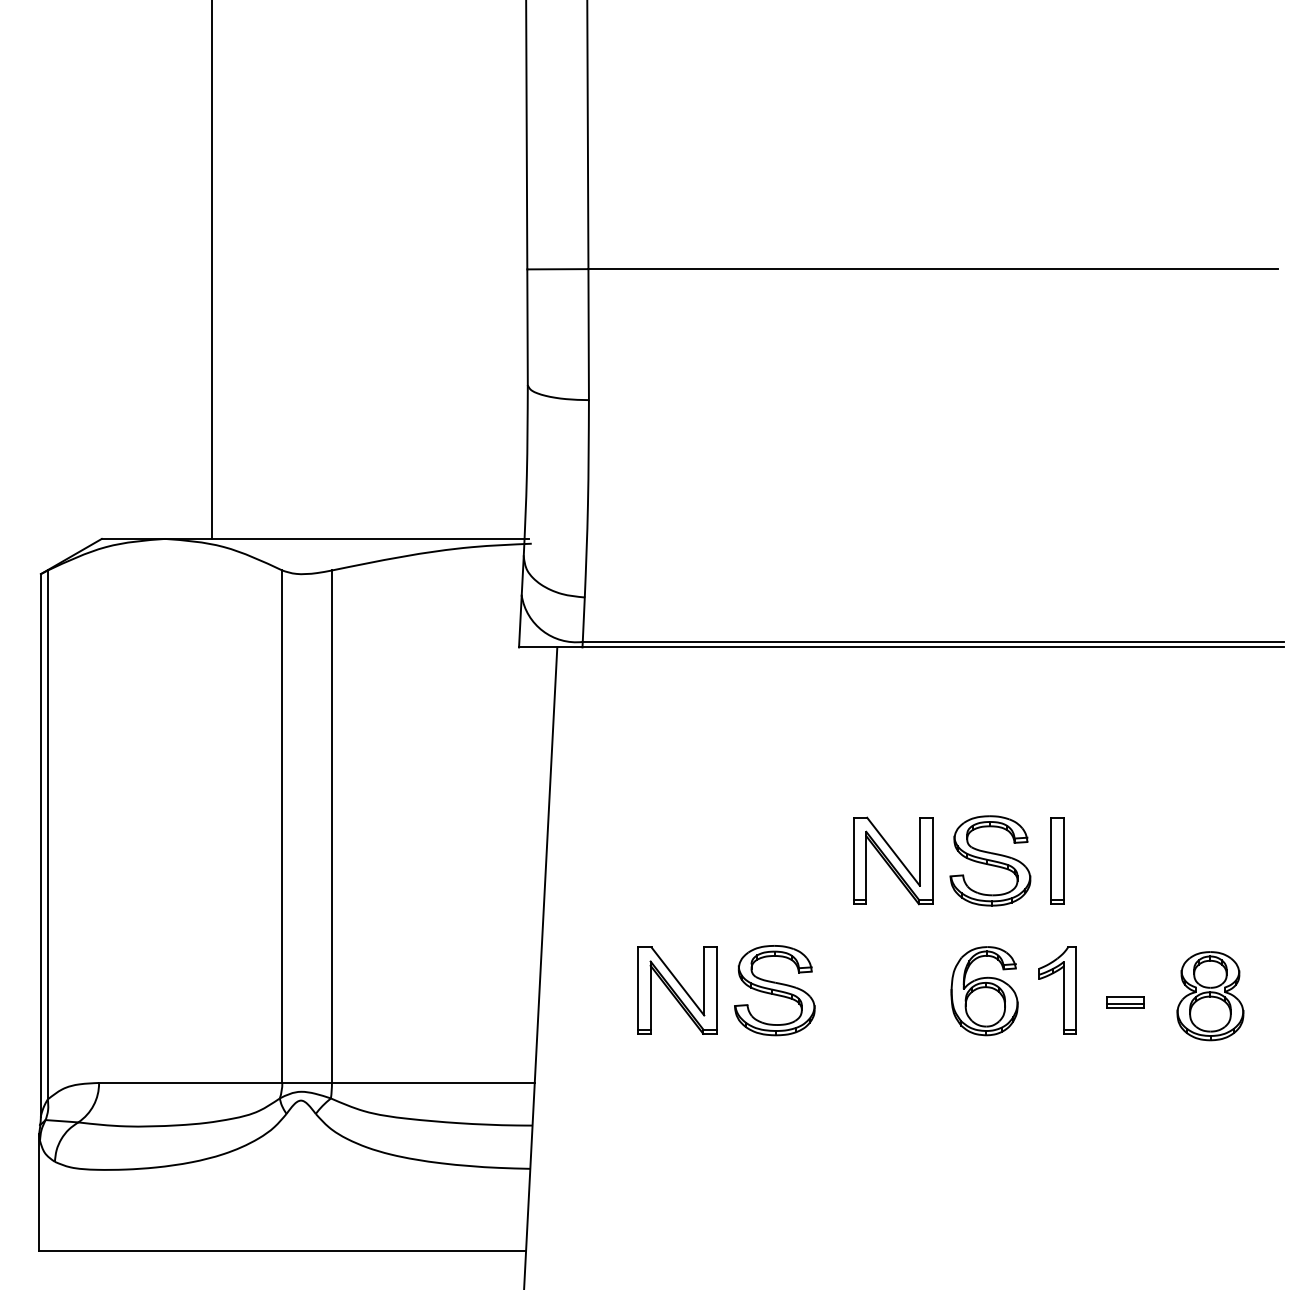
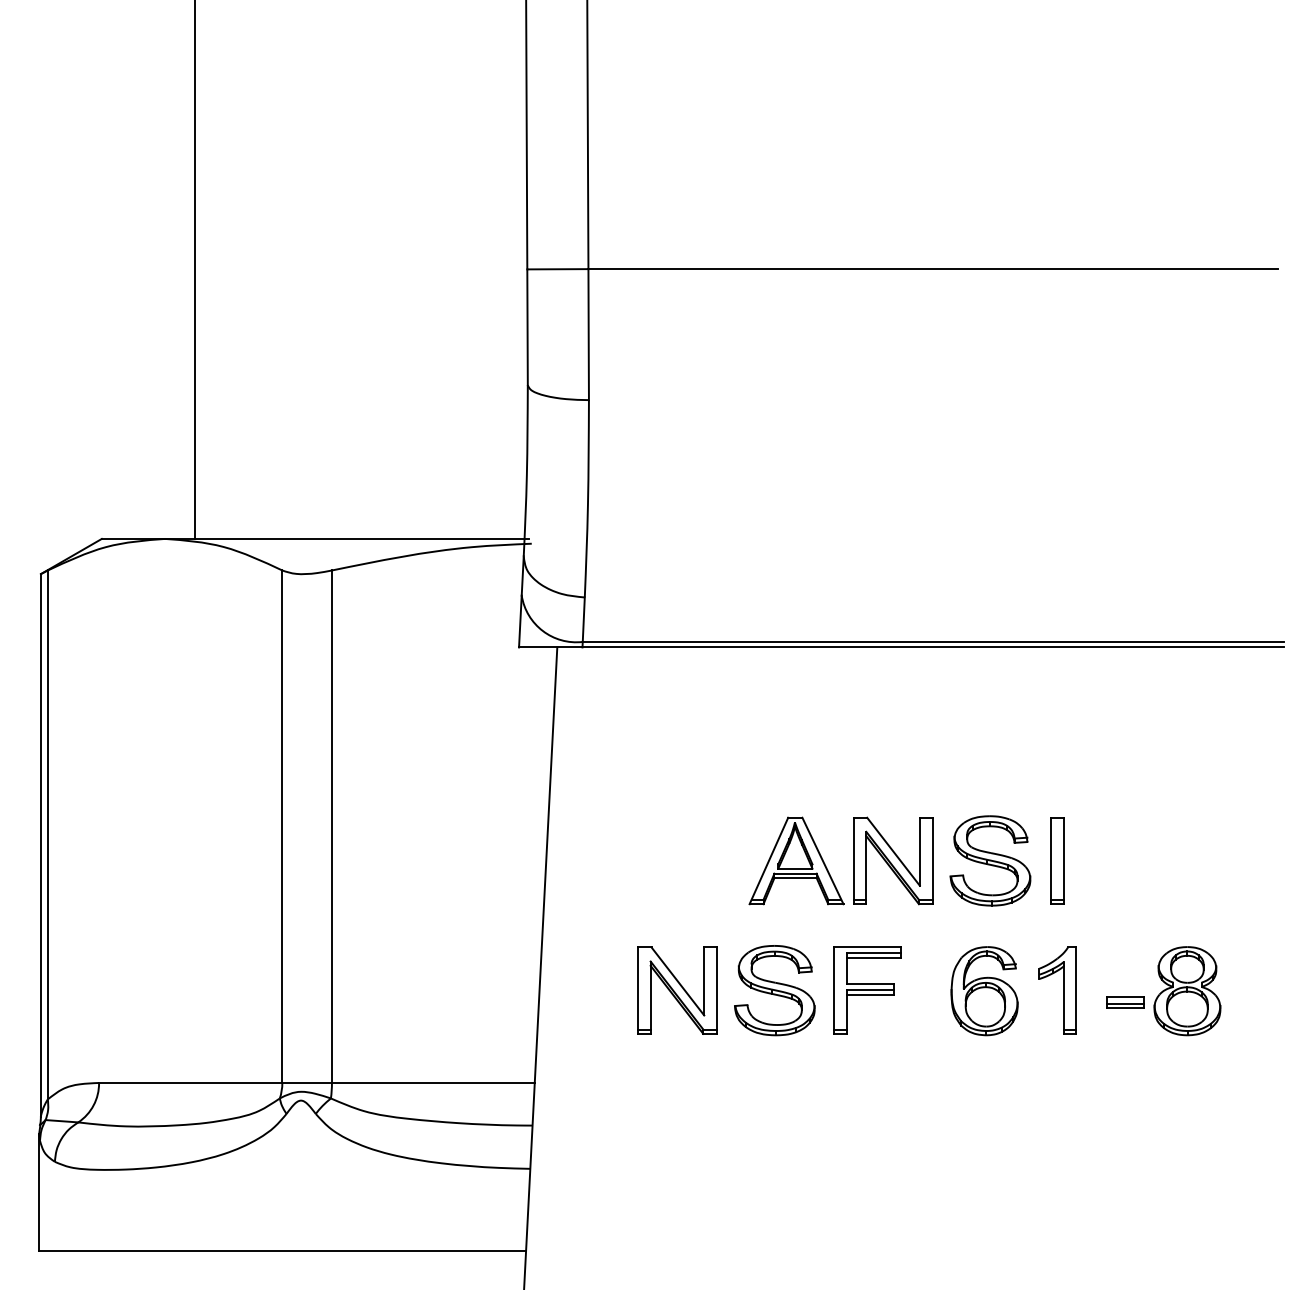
line at (212, 270) position: (212, 270) -> (195, 270)
part at (796, 860): none -> present
part at (867, 990): none -> present
part at (1210, 996) position: (1210, 996) -> (1187, 991)
